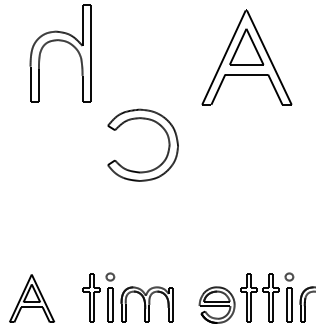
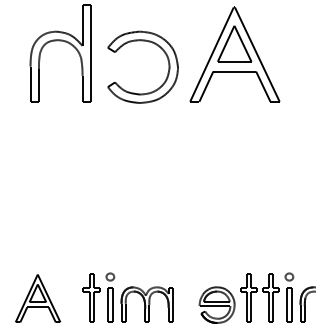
part at (246, 57) position: (246, 57) -> (234, 54)
part at (148, 120) position: (148, 120) -> (148, 42)
part at (32, 298) position: (32, 298) -> (38, 298)
